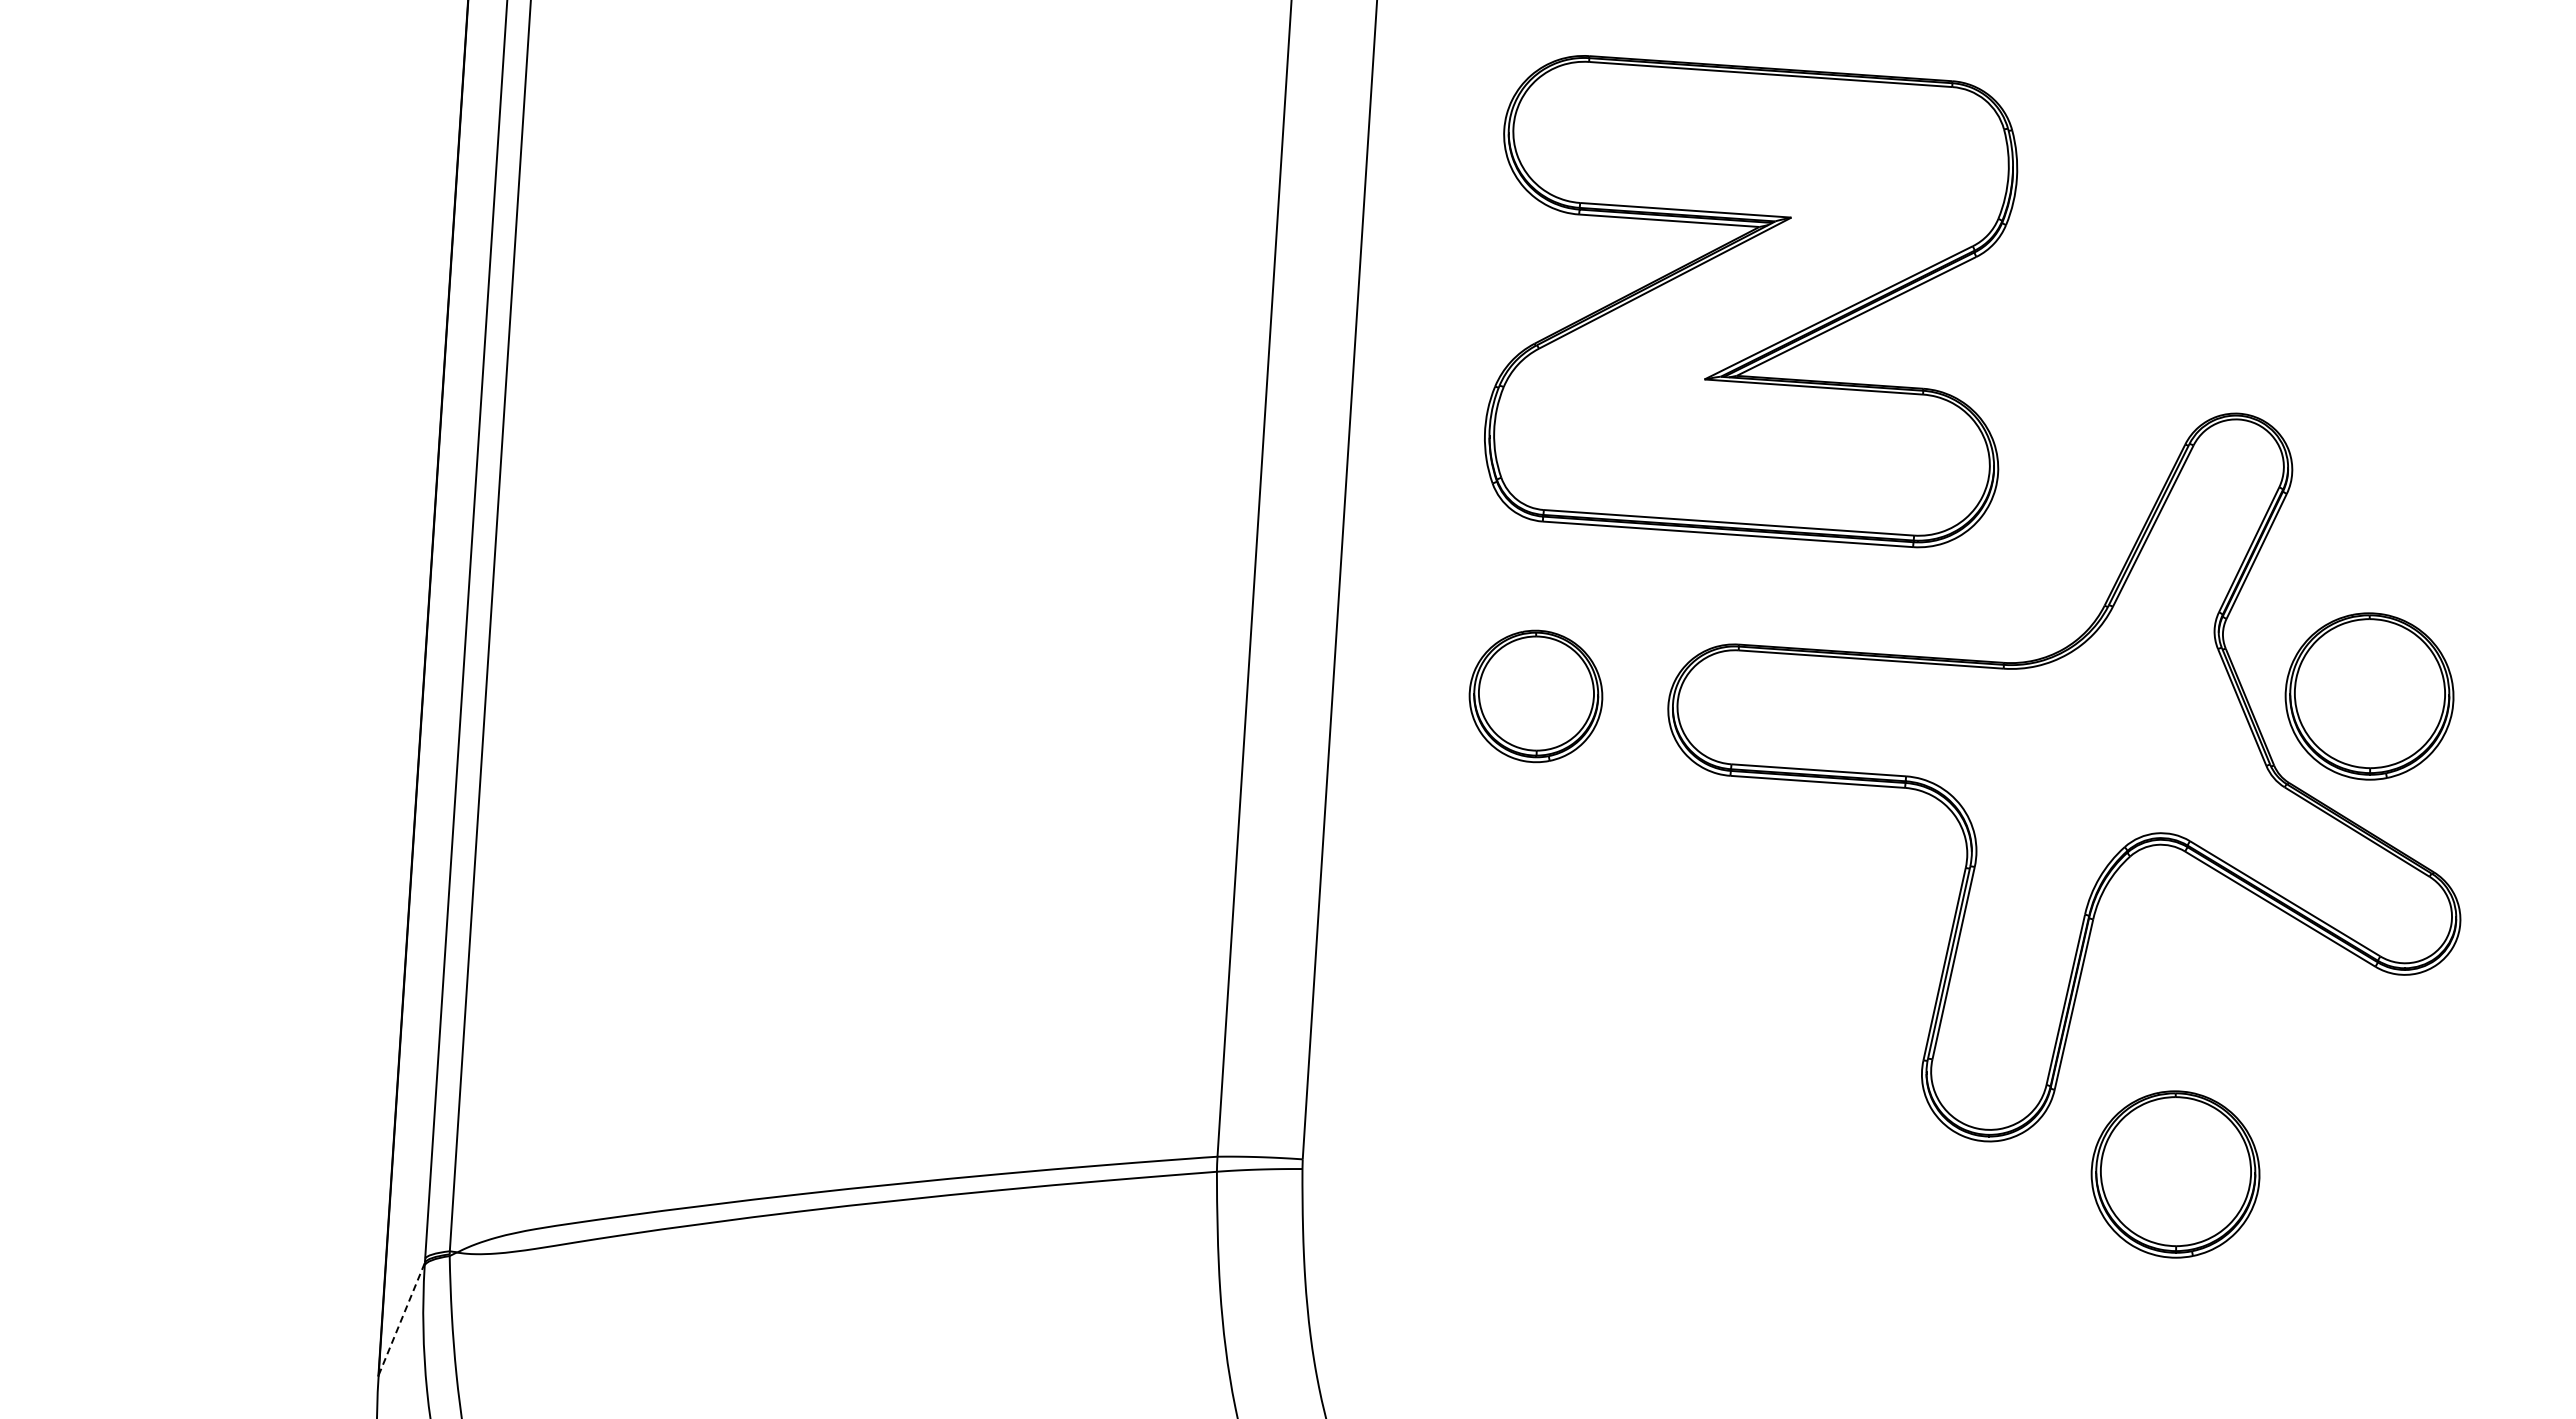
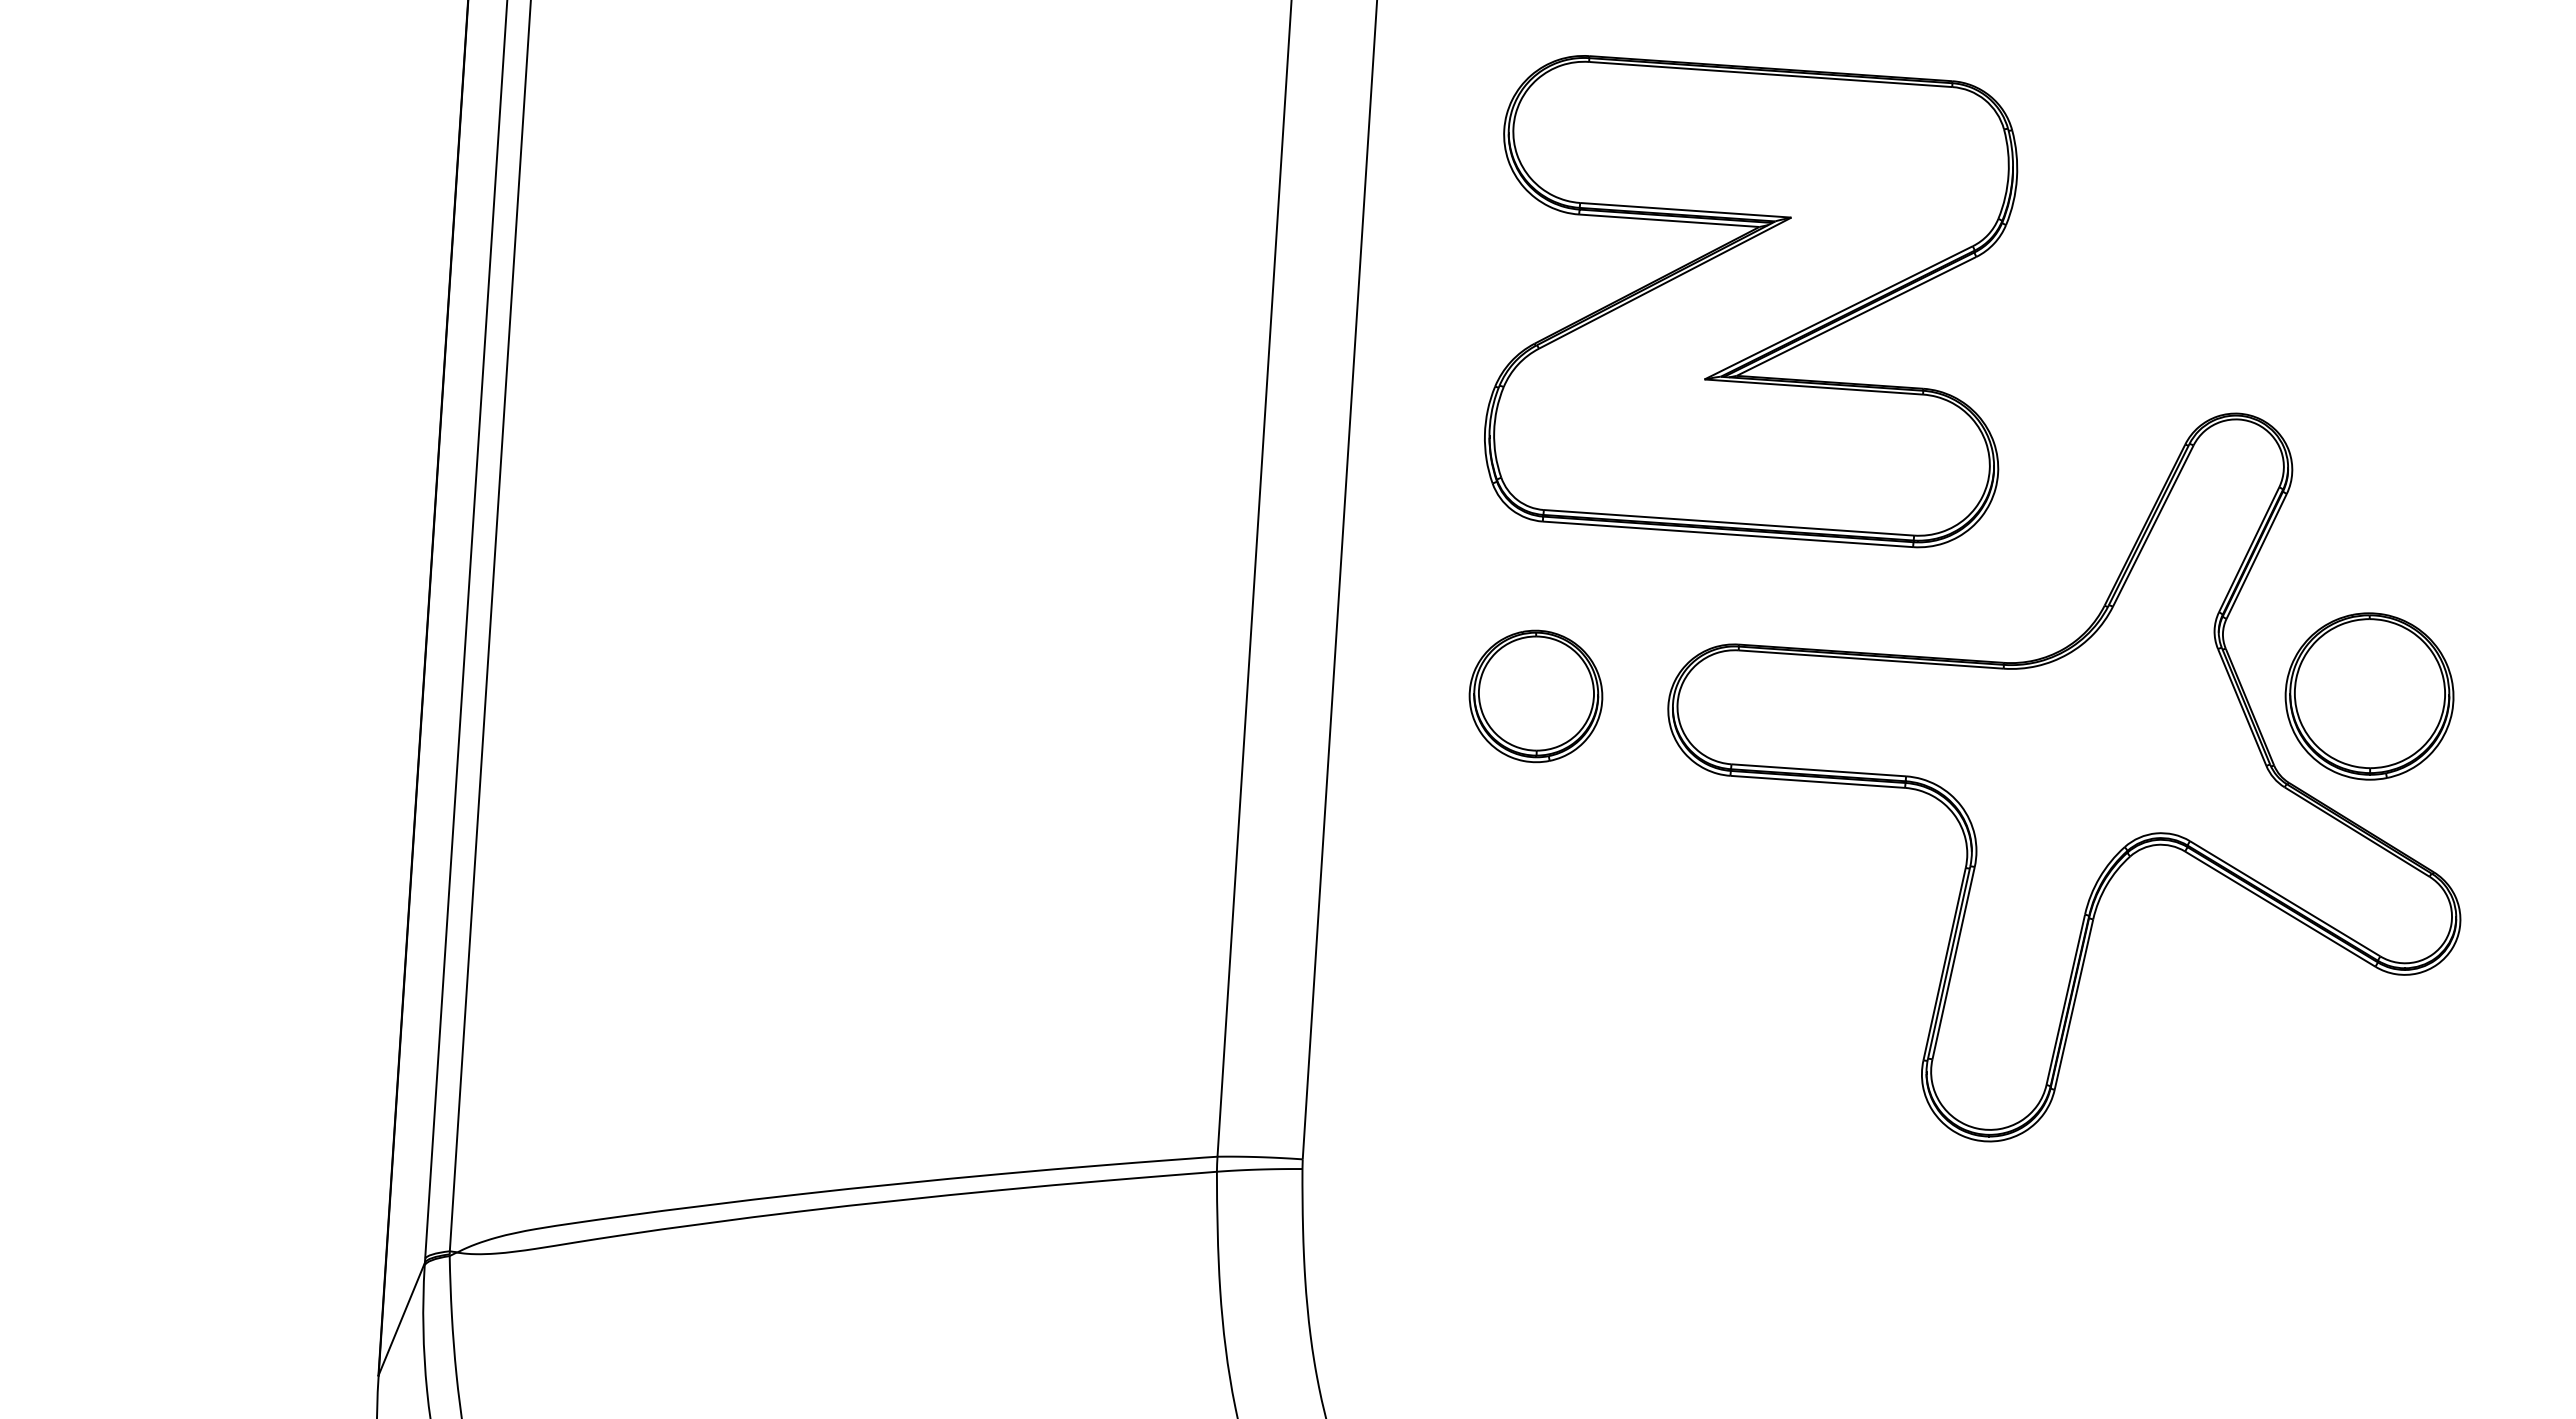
part at (2175, 1174): present -> none
line at (401, 1319): dashed -> solid
